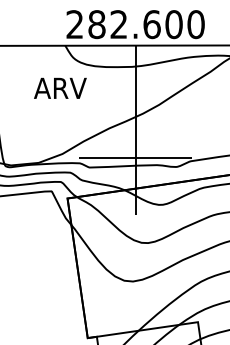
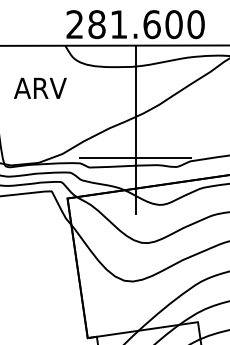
text at (118, 24): 282.600 -> 281.600
text at (60, 87) position: (60, 87) -> (40, 87)
